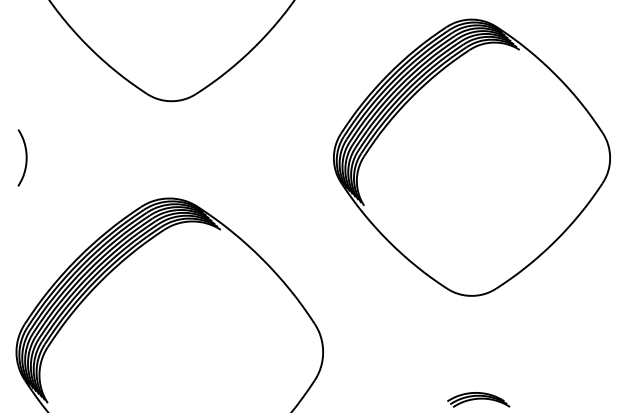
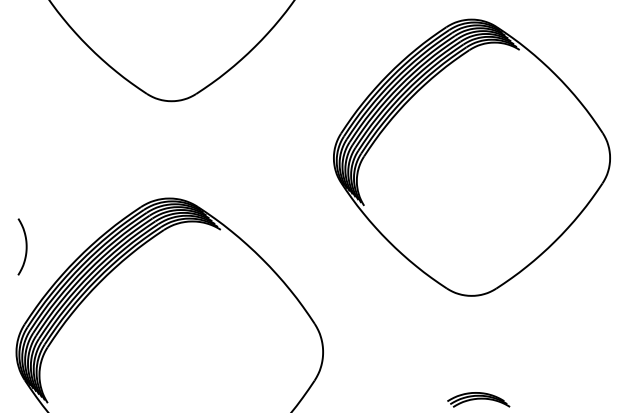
curve at (25, 157) position: (25, 157) -> (25, 246)
